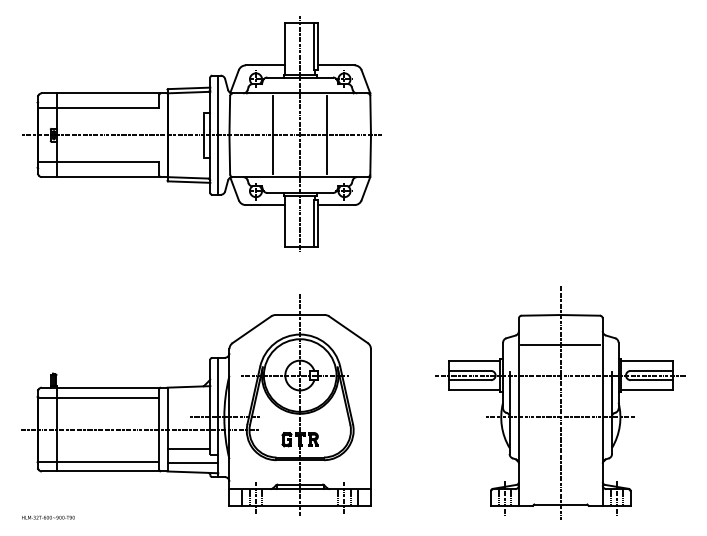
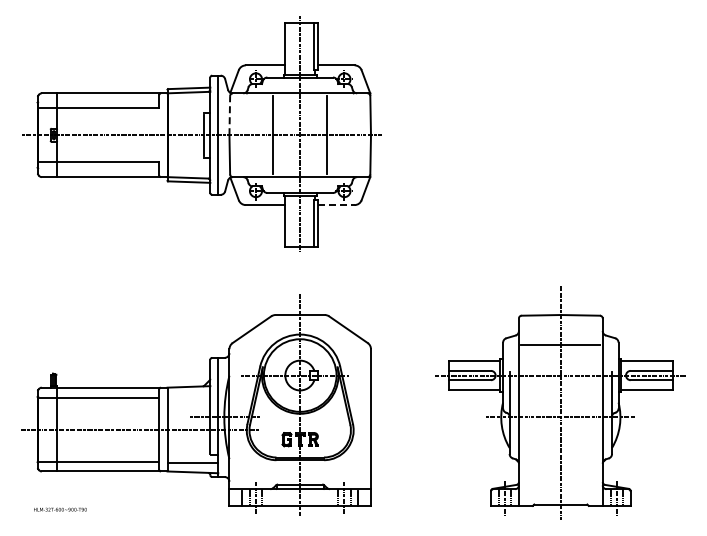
line at (229, 115): solid -> dashed
line at (336, 205): solid -> dashed
line at (187, 448): present -> none
text at (48, 517) position: (48, 517) -> (60, 509)
